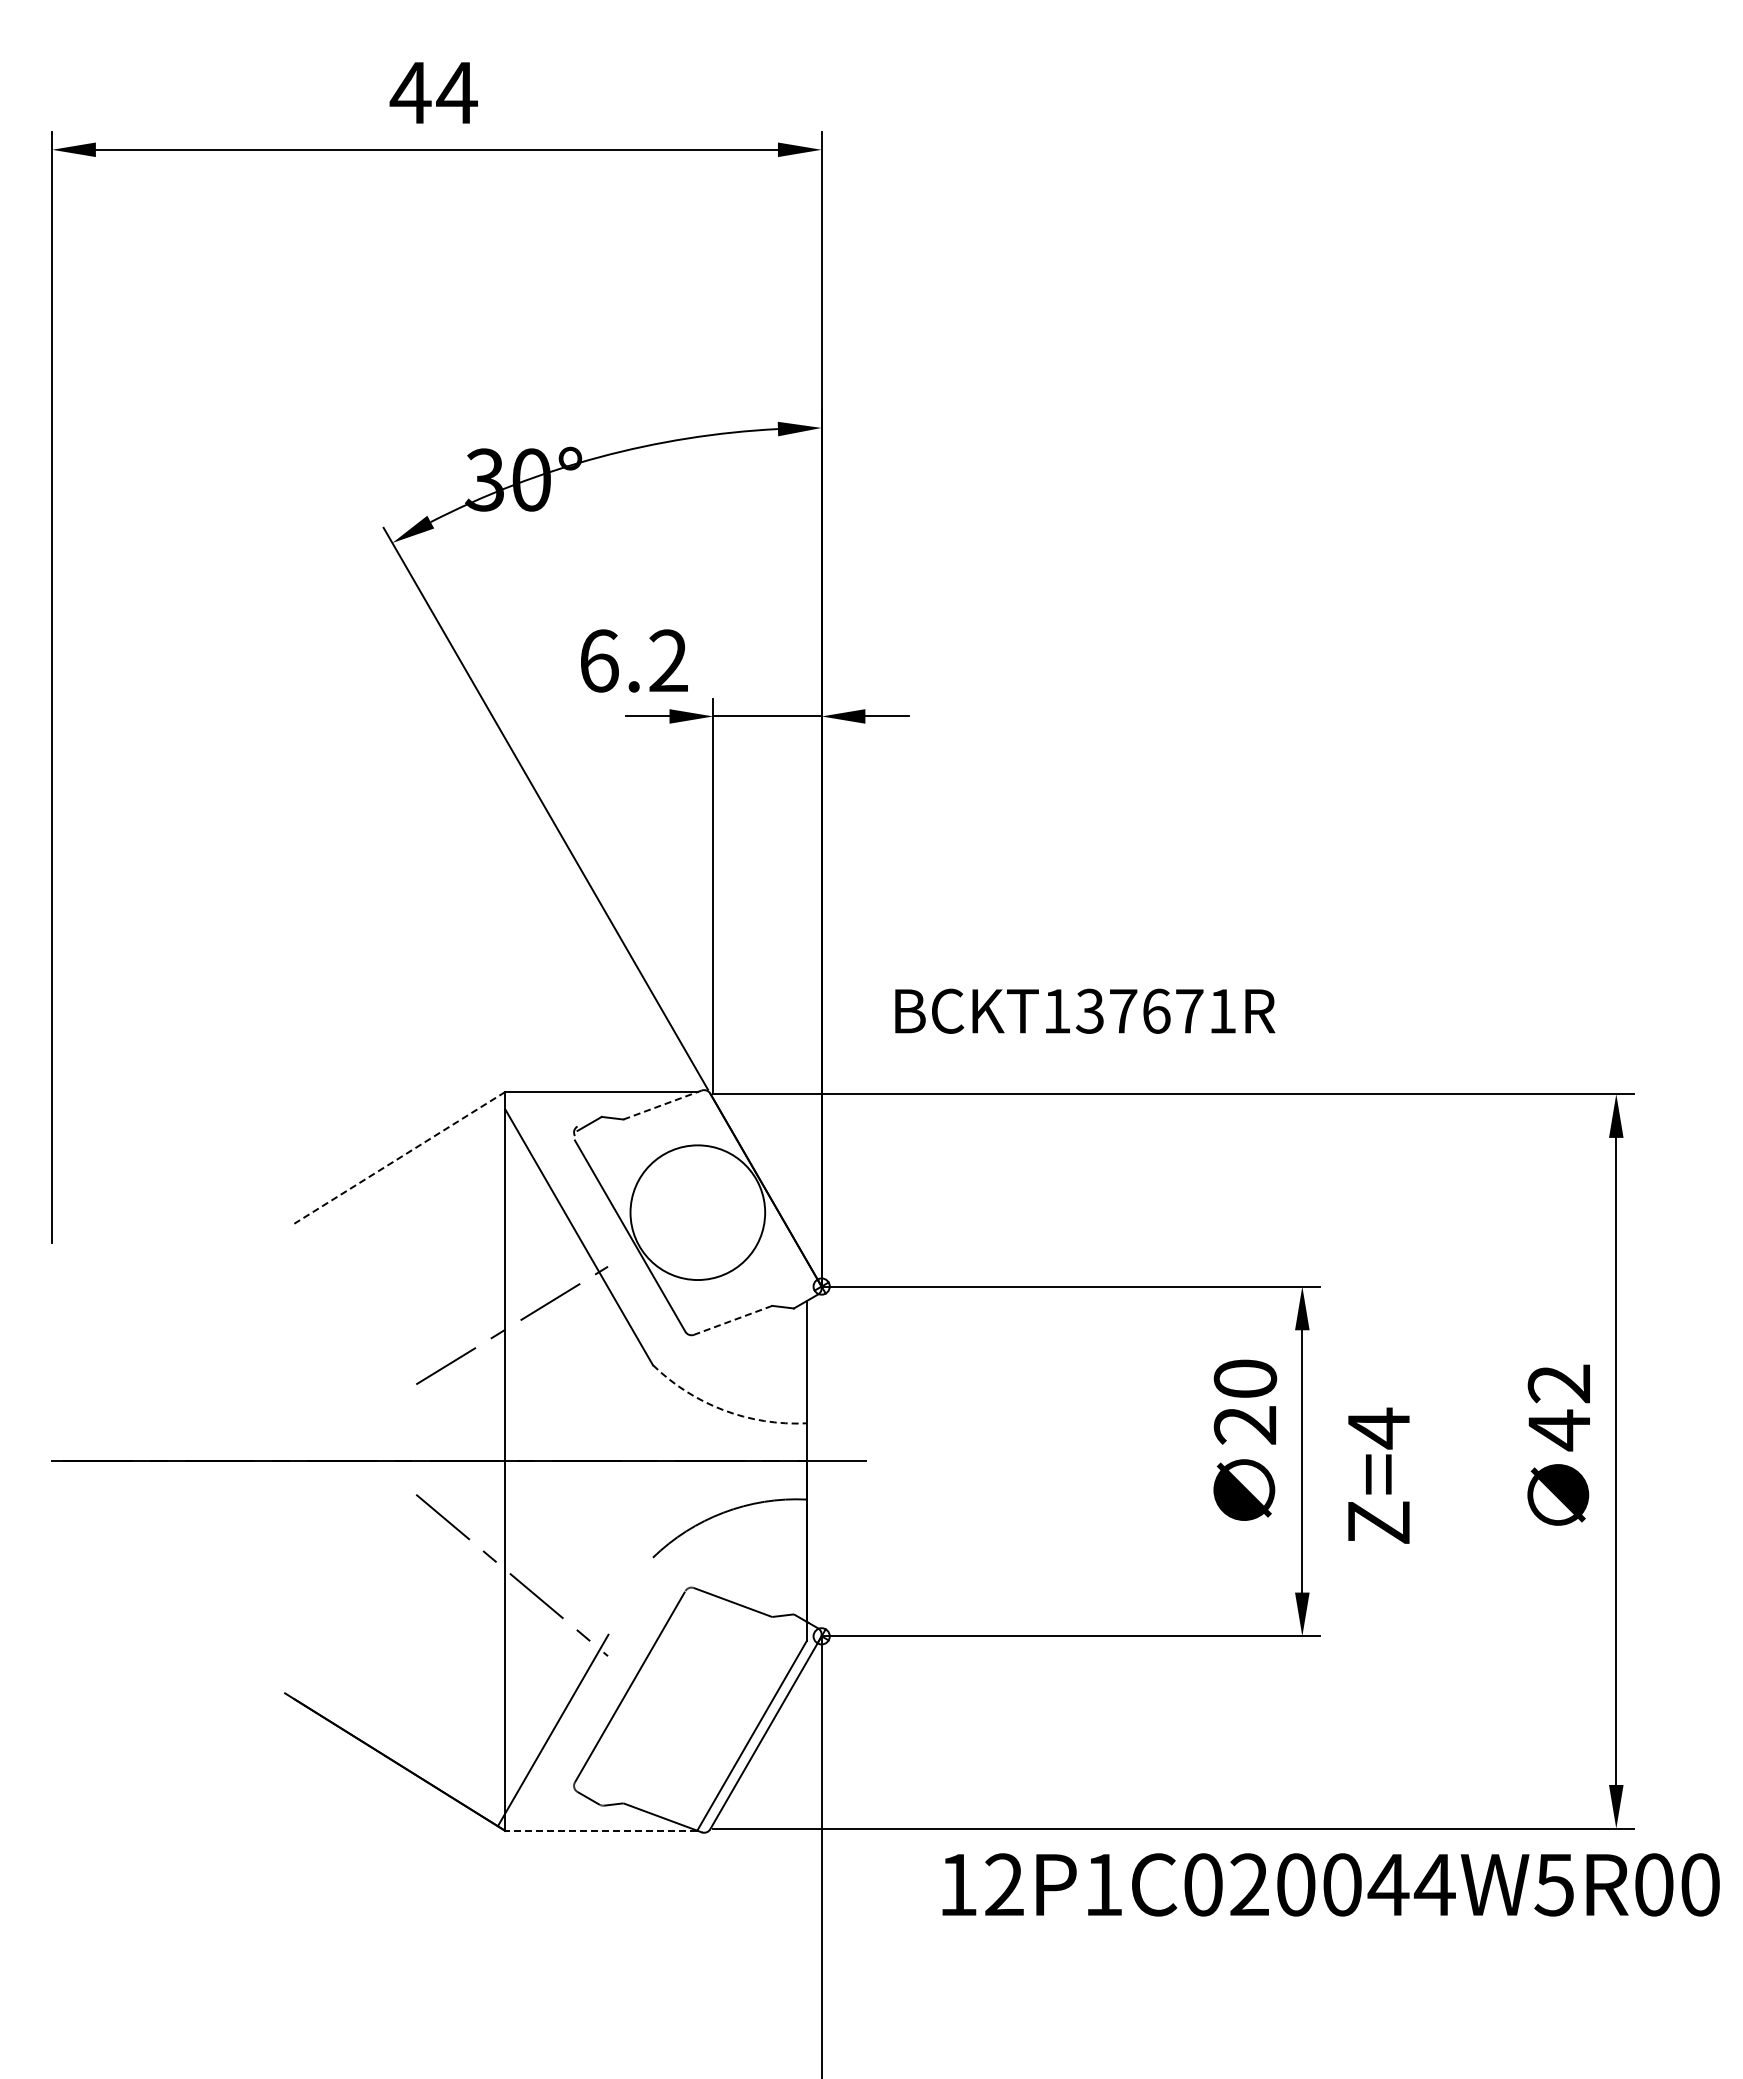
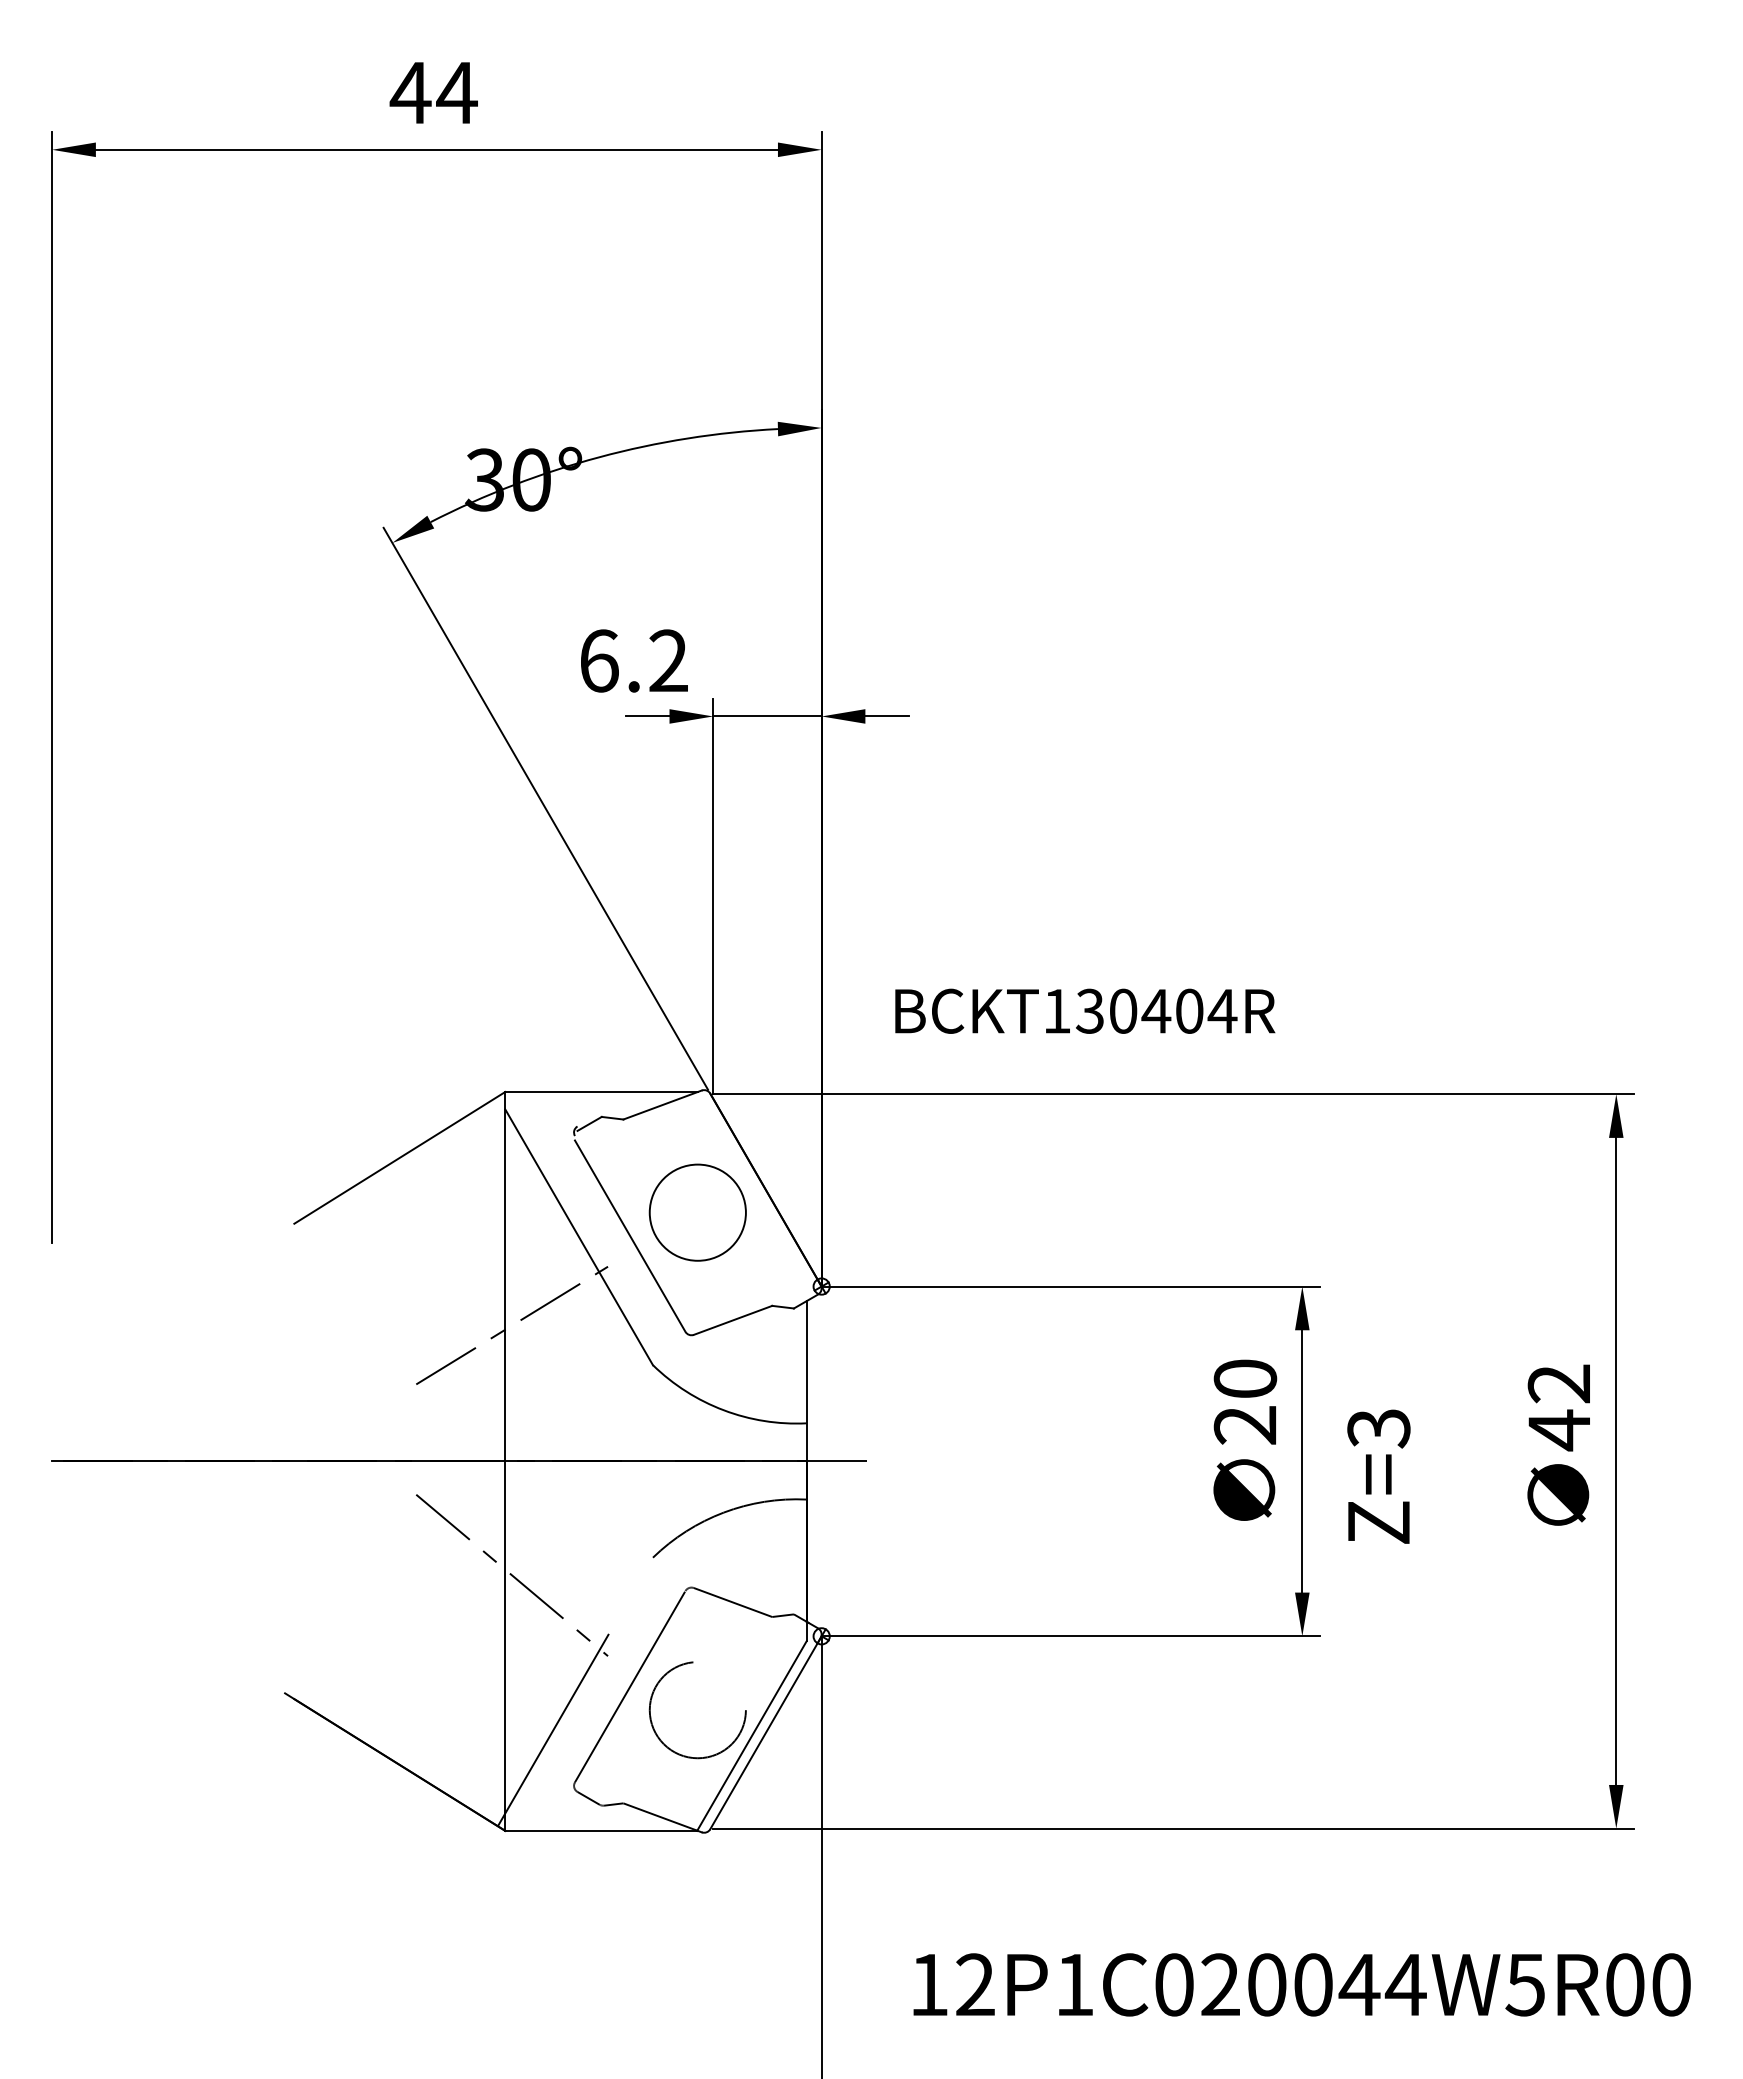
text at (1173, 1010): BCKT137671R -> BCKT130404R
line at (662, 1105): dashed -> solid
line at (399, 1158): dashed -> solid
circle at (697, 1212) diameter: 135 px -> 96 px
line at (733, 1320): dashed -> solid
arc at (723, 1410): dashed -> solid
text at (1378, 1428): Z=4 -> Z=3
circle at (697, 1710): none -> present
line at (601, 1830): dashed -> solid
text at (1330, 1884) position: (1330, 1884) -> (1301, 1984)
